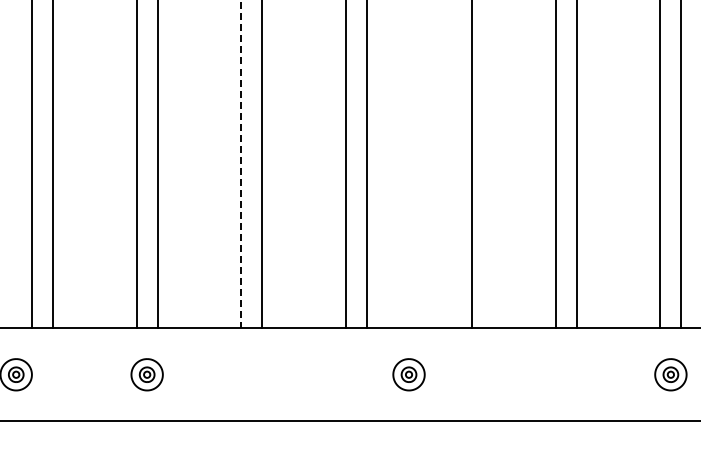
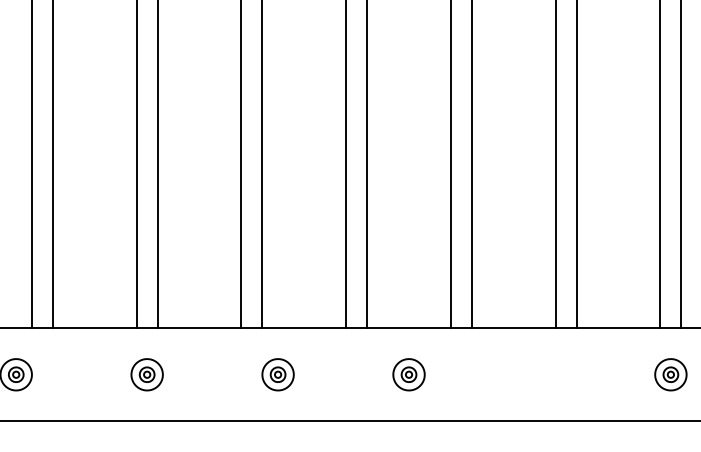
line at (241, 164): dashed -> solid
line at (450, 165): none -> present
part at (277, 374): none -> present
